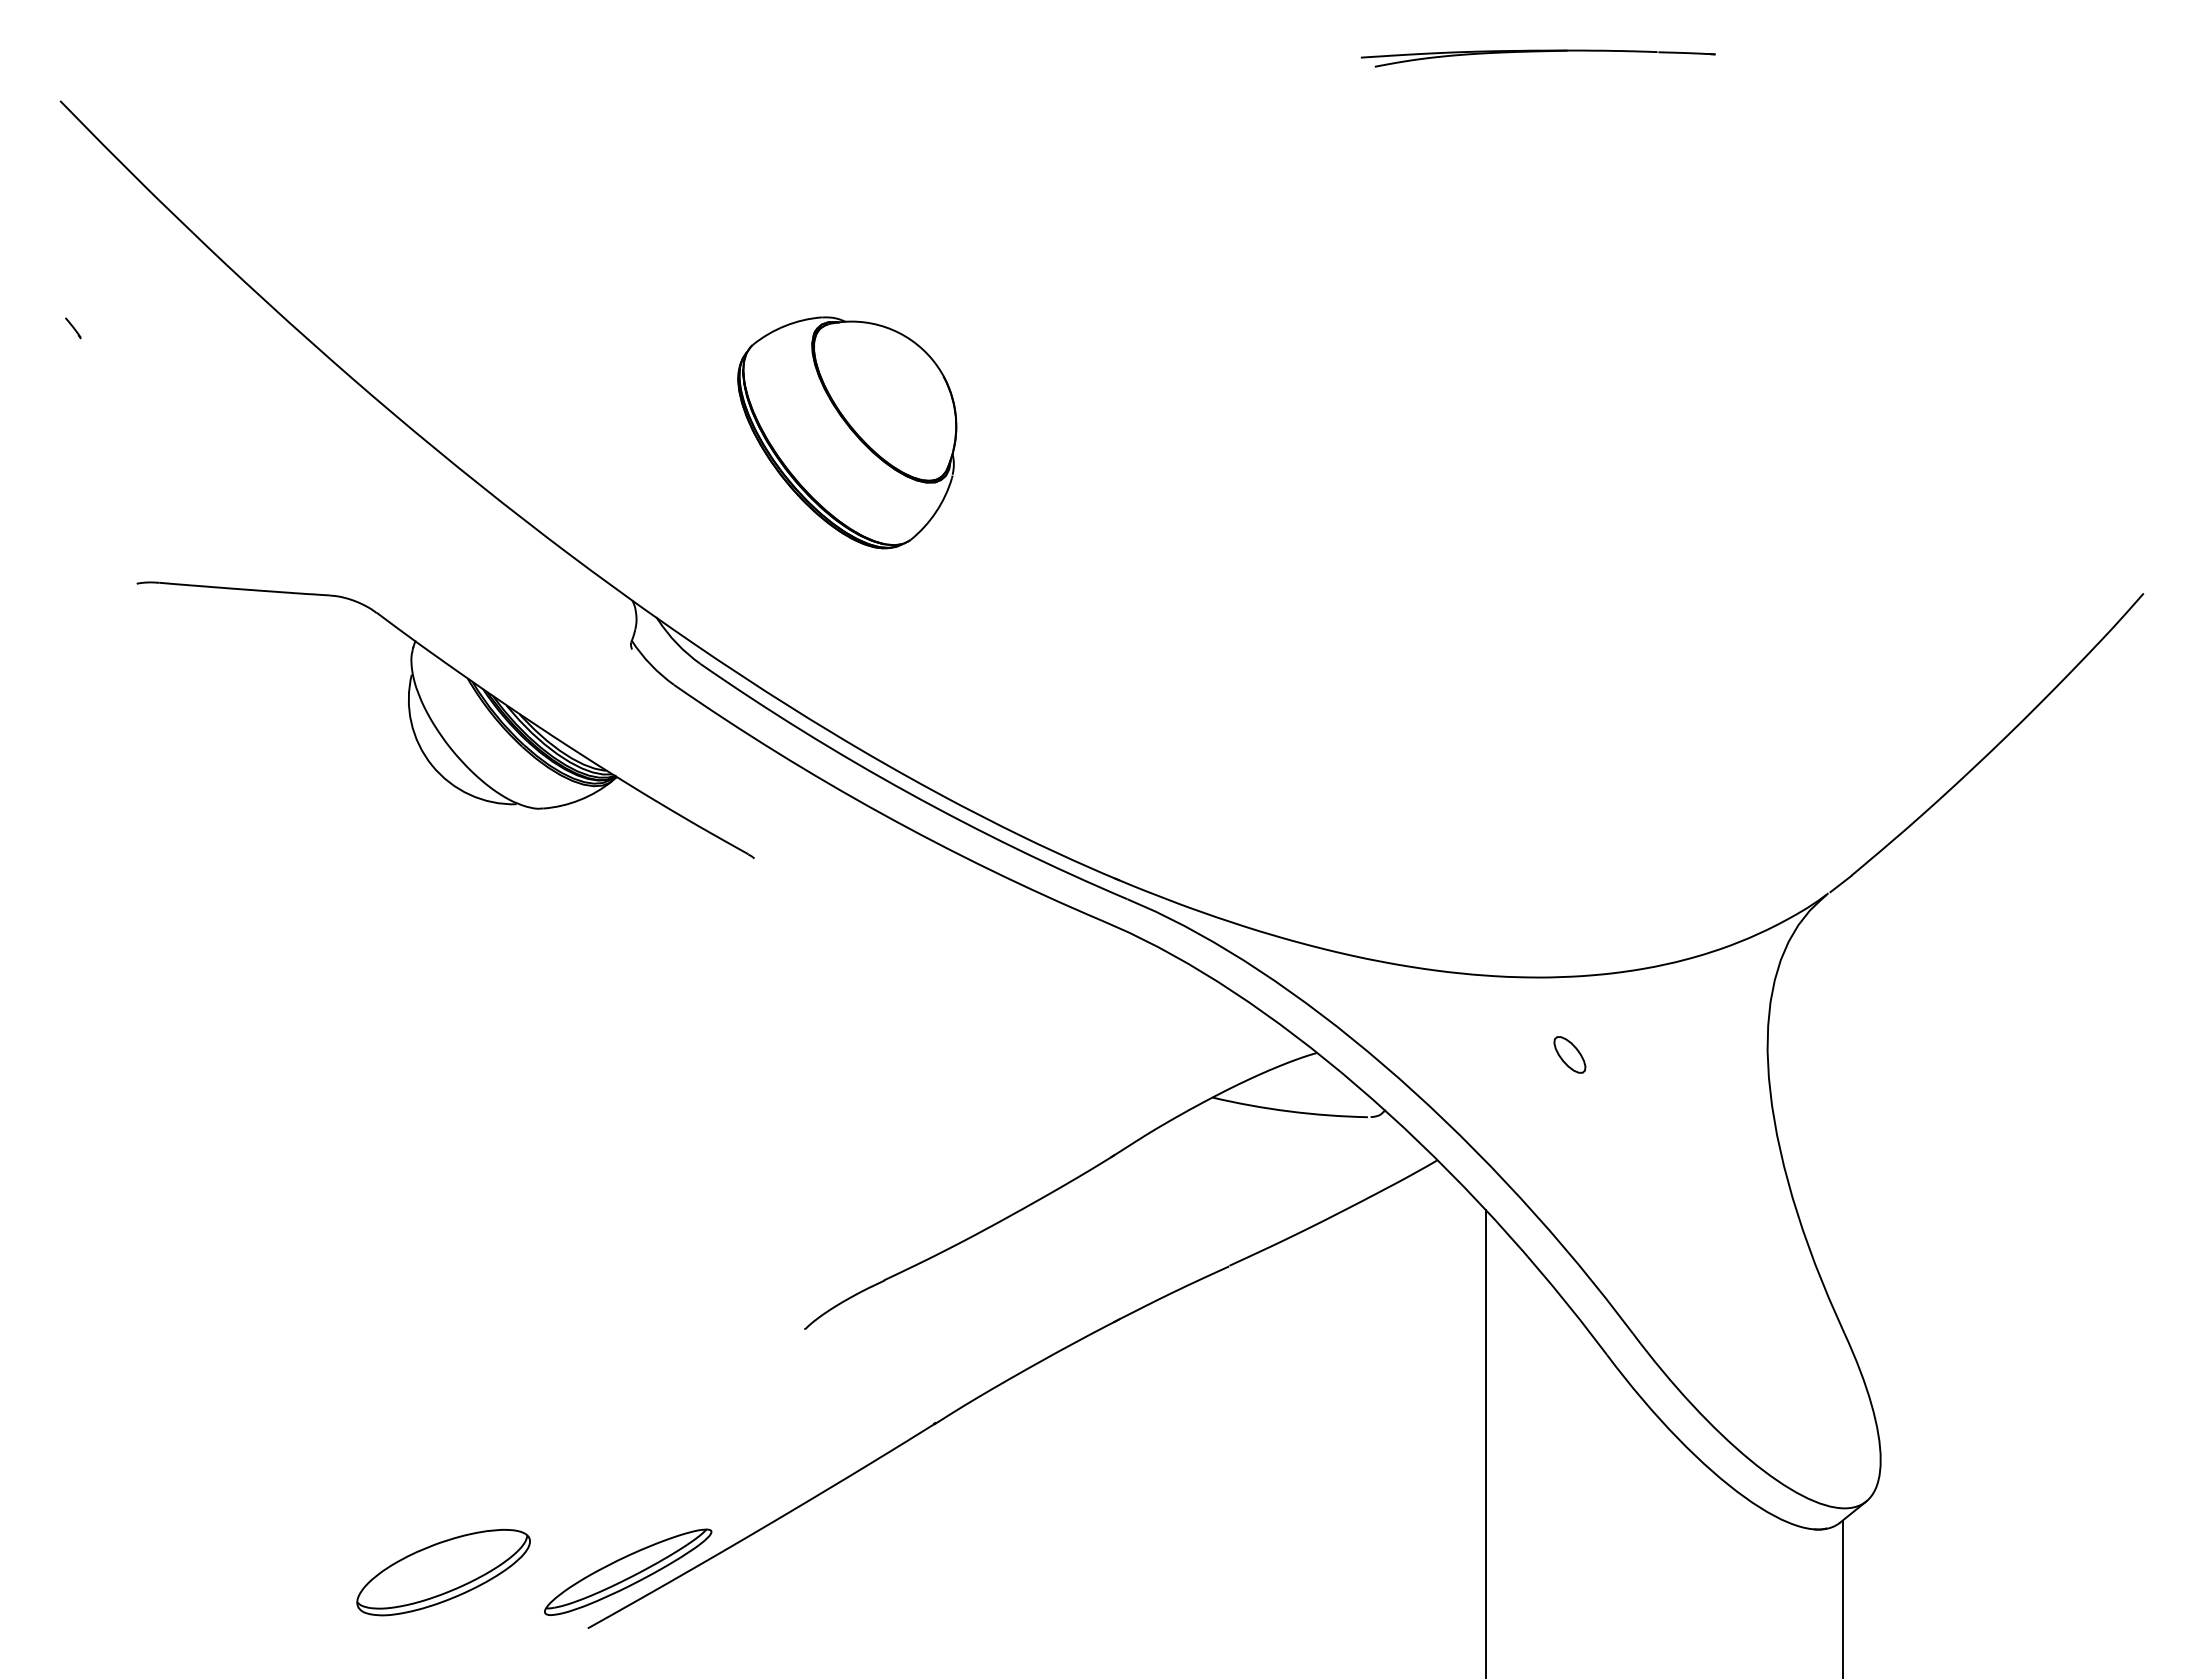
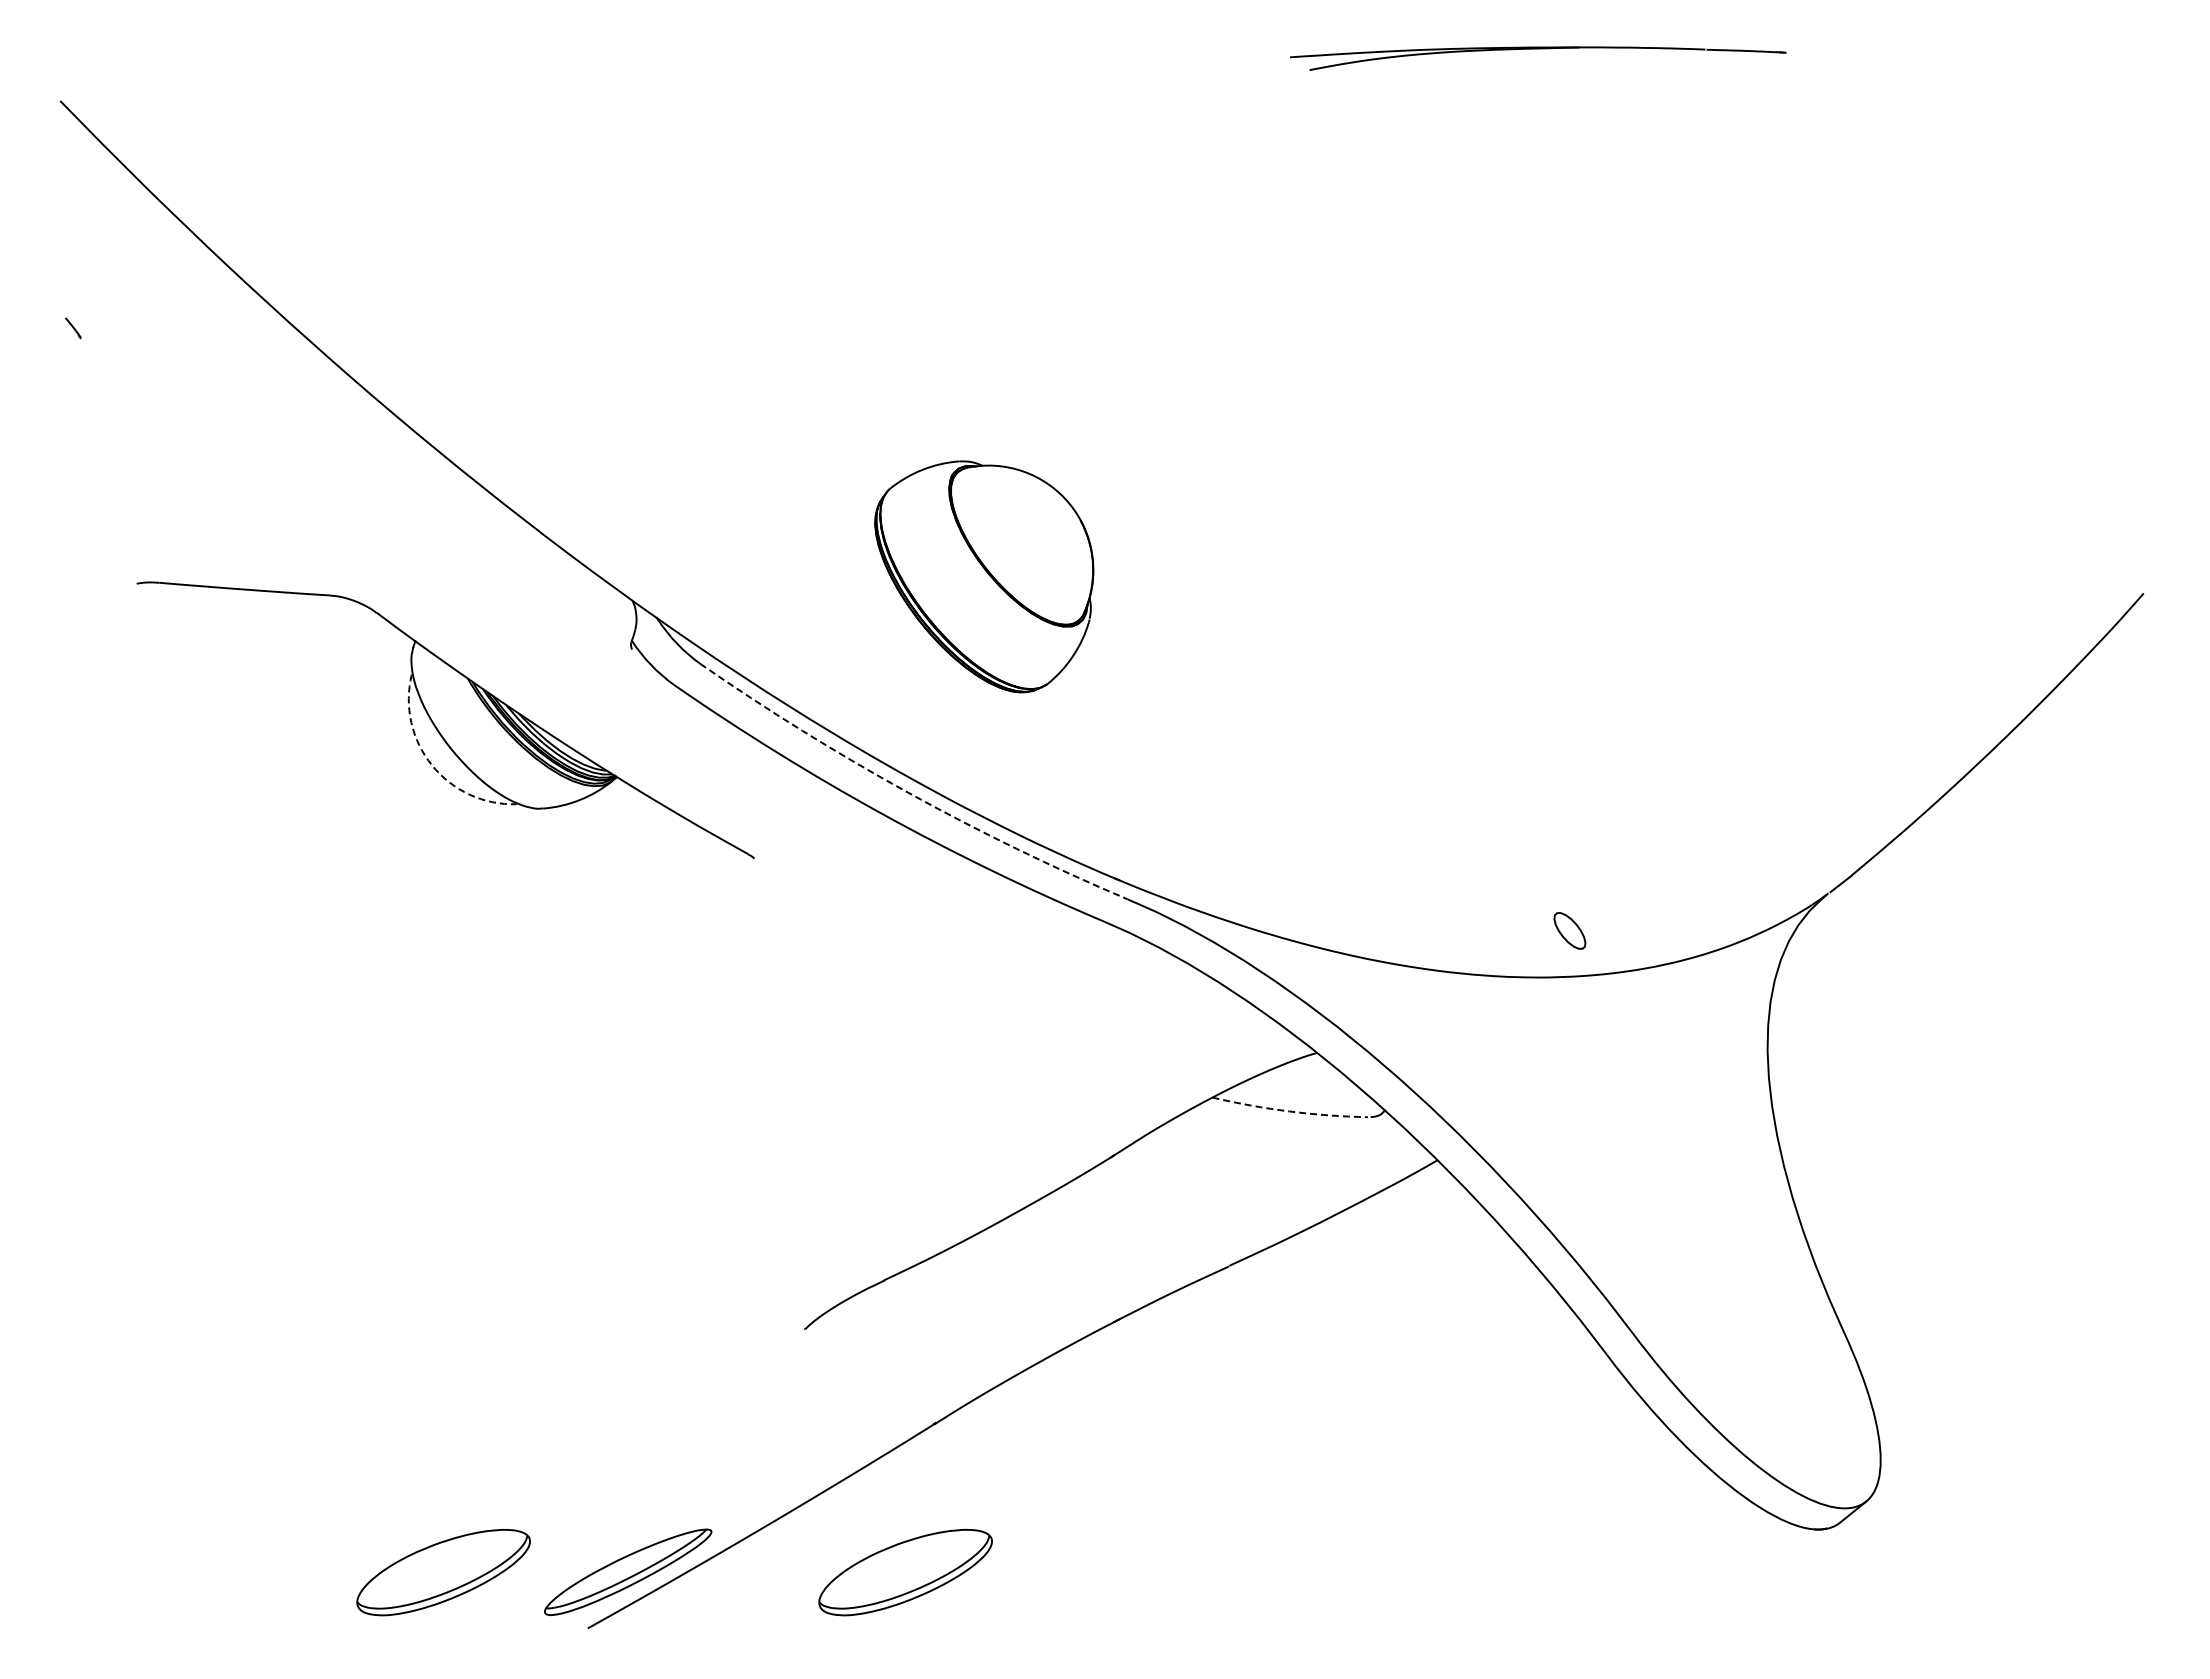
part at (1537, 58) size: 356x19 px -> 497x25 px
part at (847, 432) position: (847, 432) -> (984, 576)
arc at (432, 765): solid -> dashed
arc at (907, 792): solid -> dashed
part at (1569, 1054) position: (1569, 1054) -> (1569, 930)
arc at (1289, 1111): solid -> dashed
line at (1486, 1442): present -> none
part at (905, 1572): none -> present
line at (1842, 1597): present -> none
